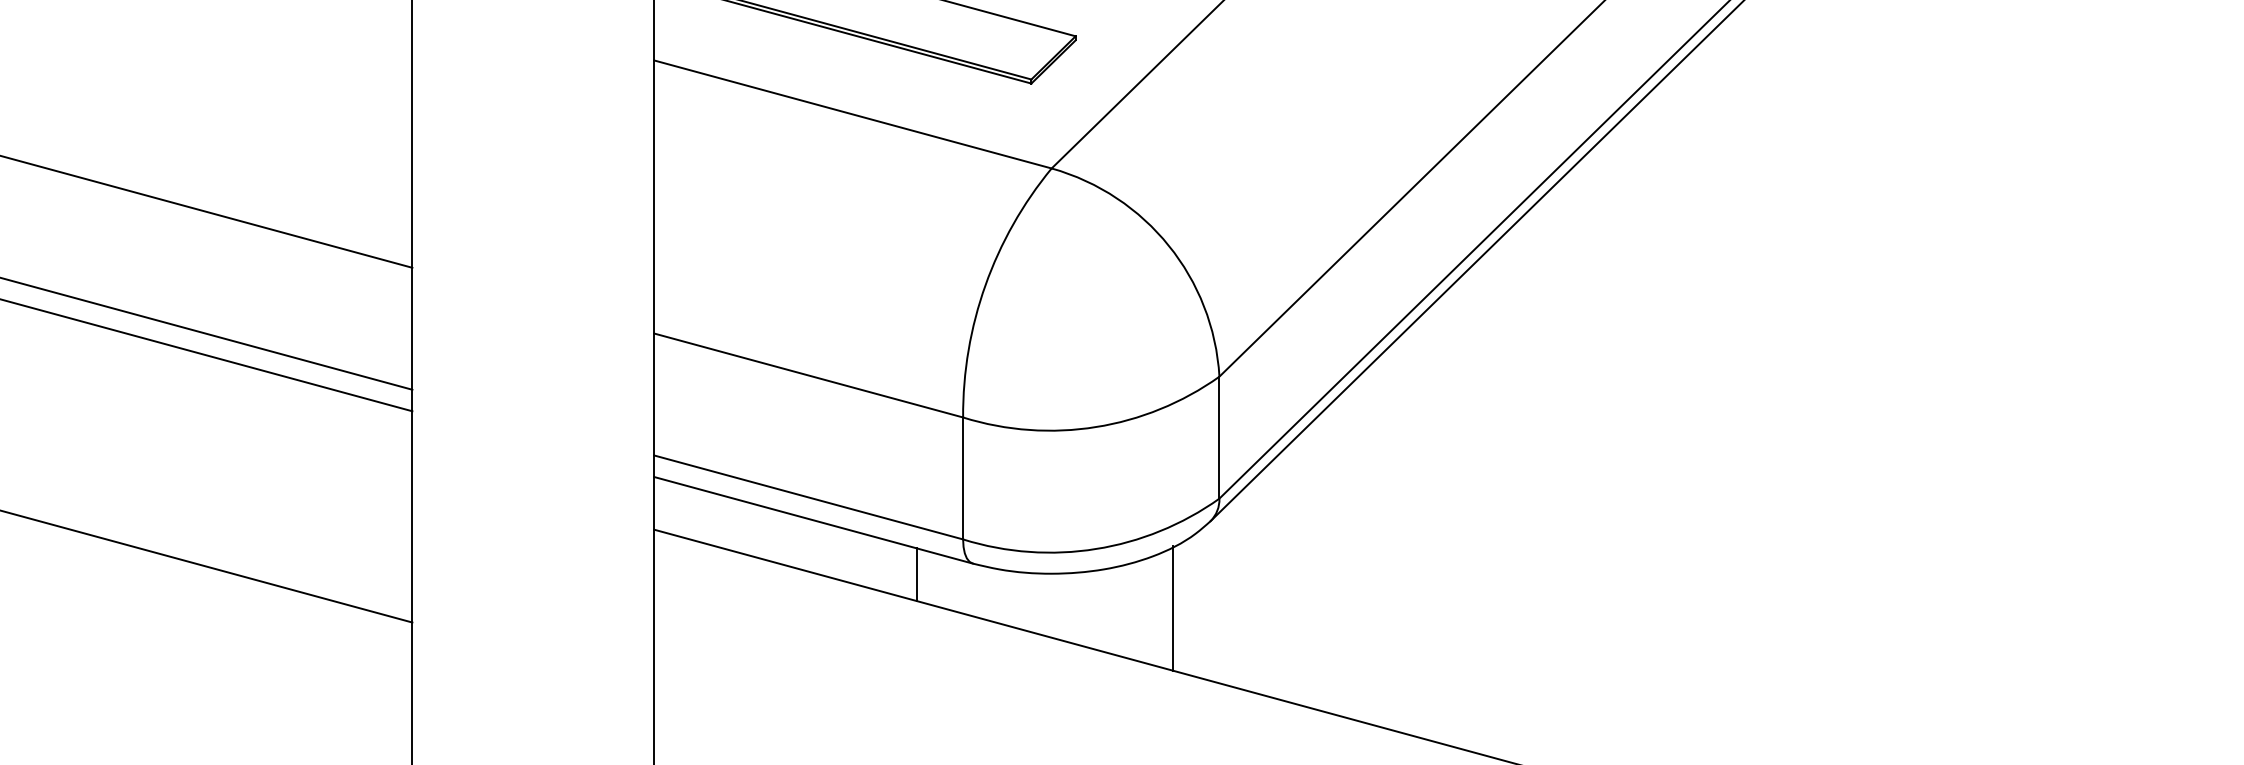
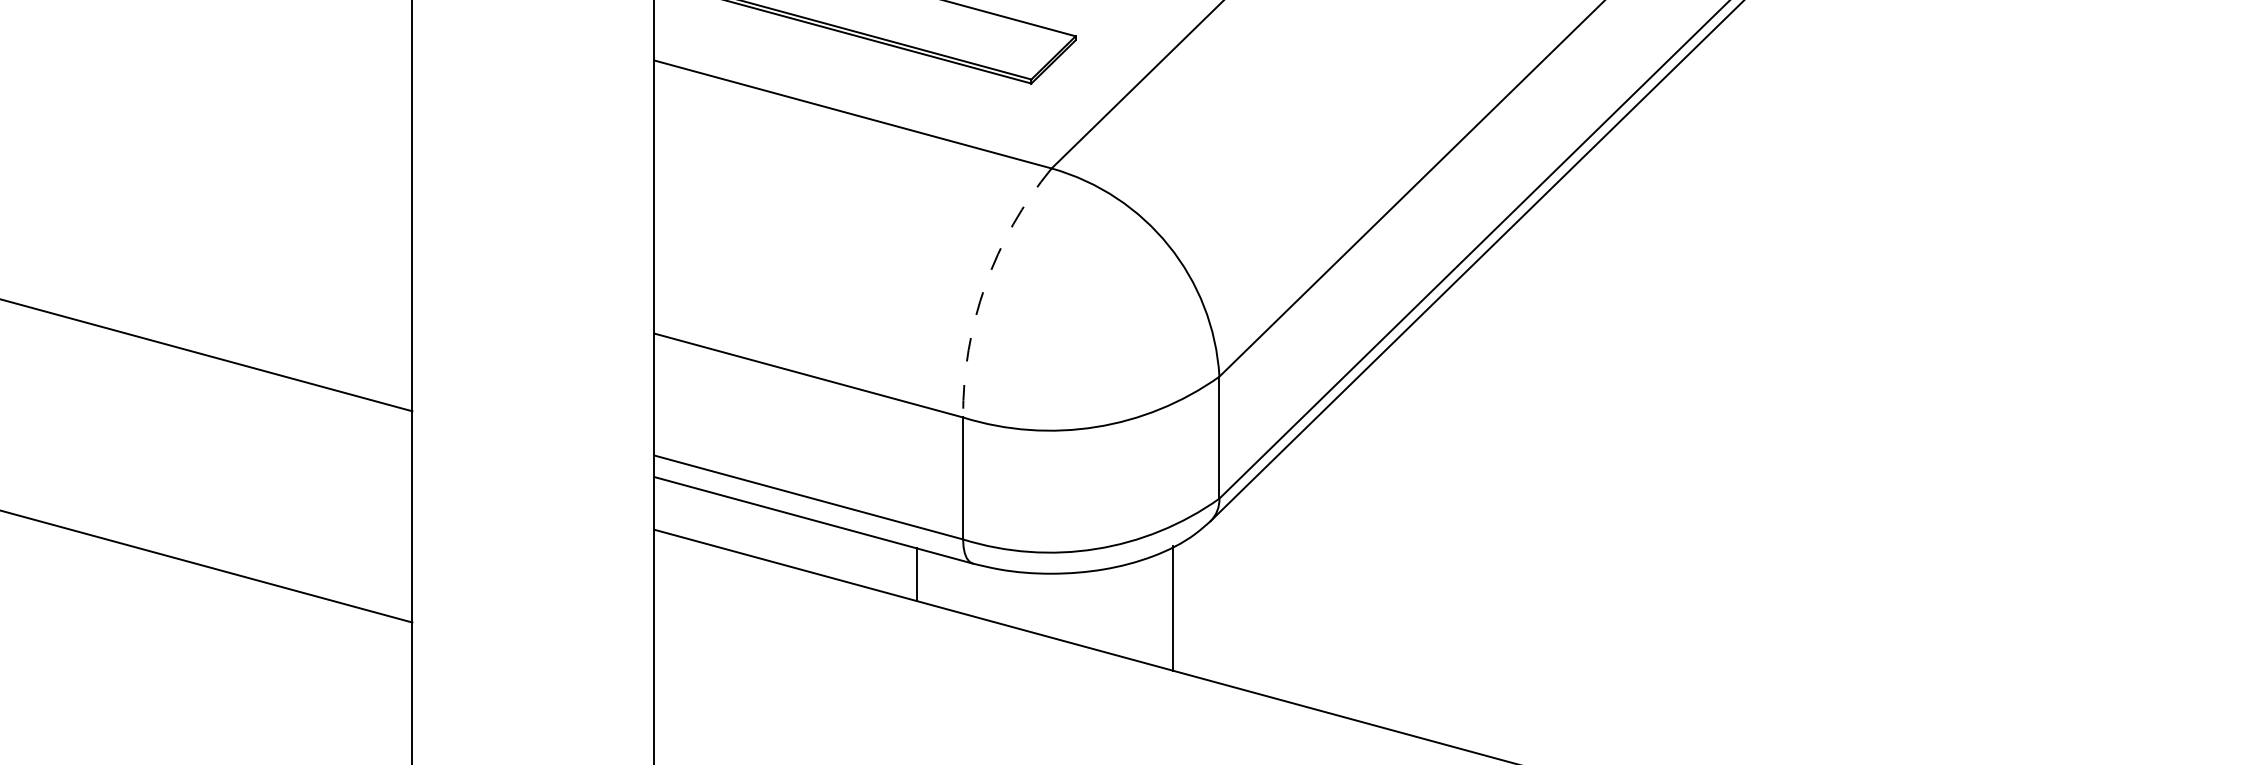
line at (207, 211): present -> none
arc at (985, 285): solid -> dashed
line at (207, 333): present -> none
